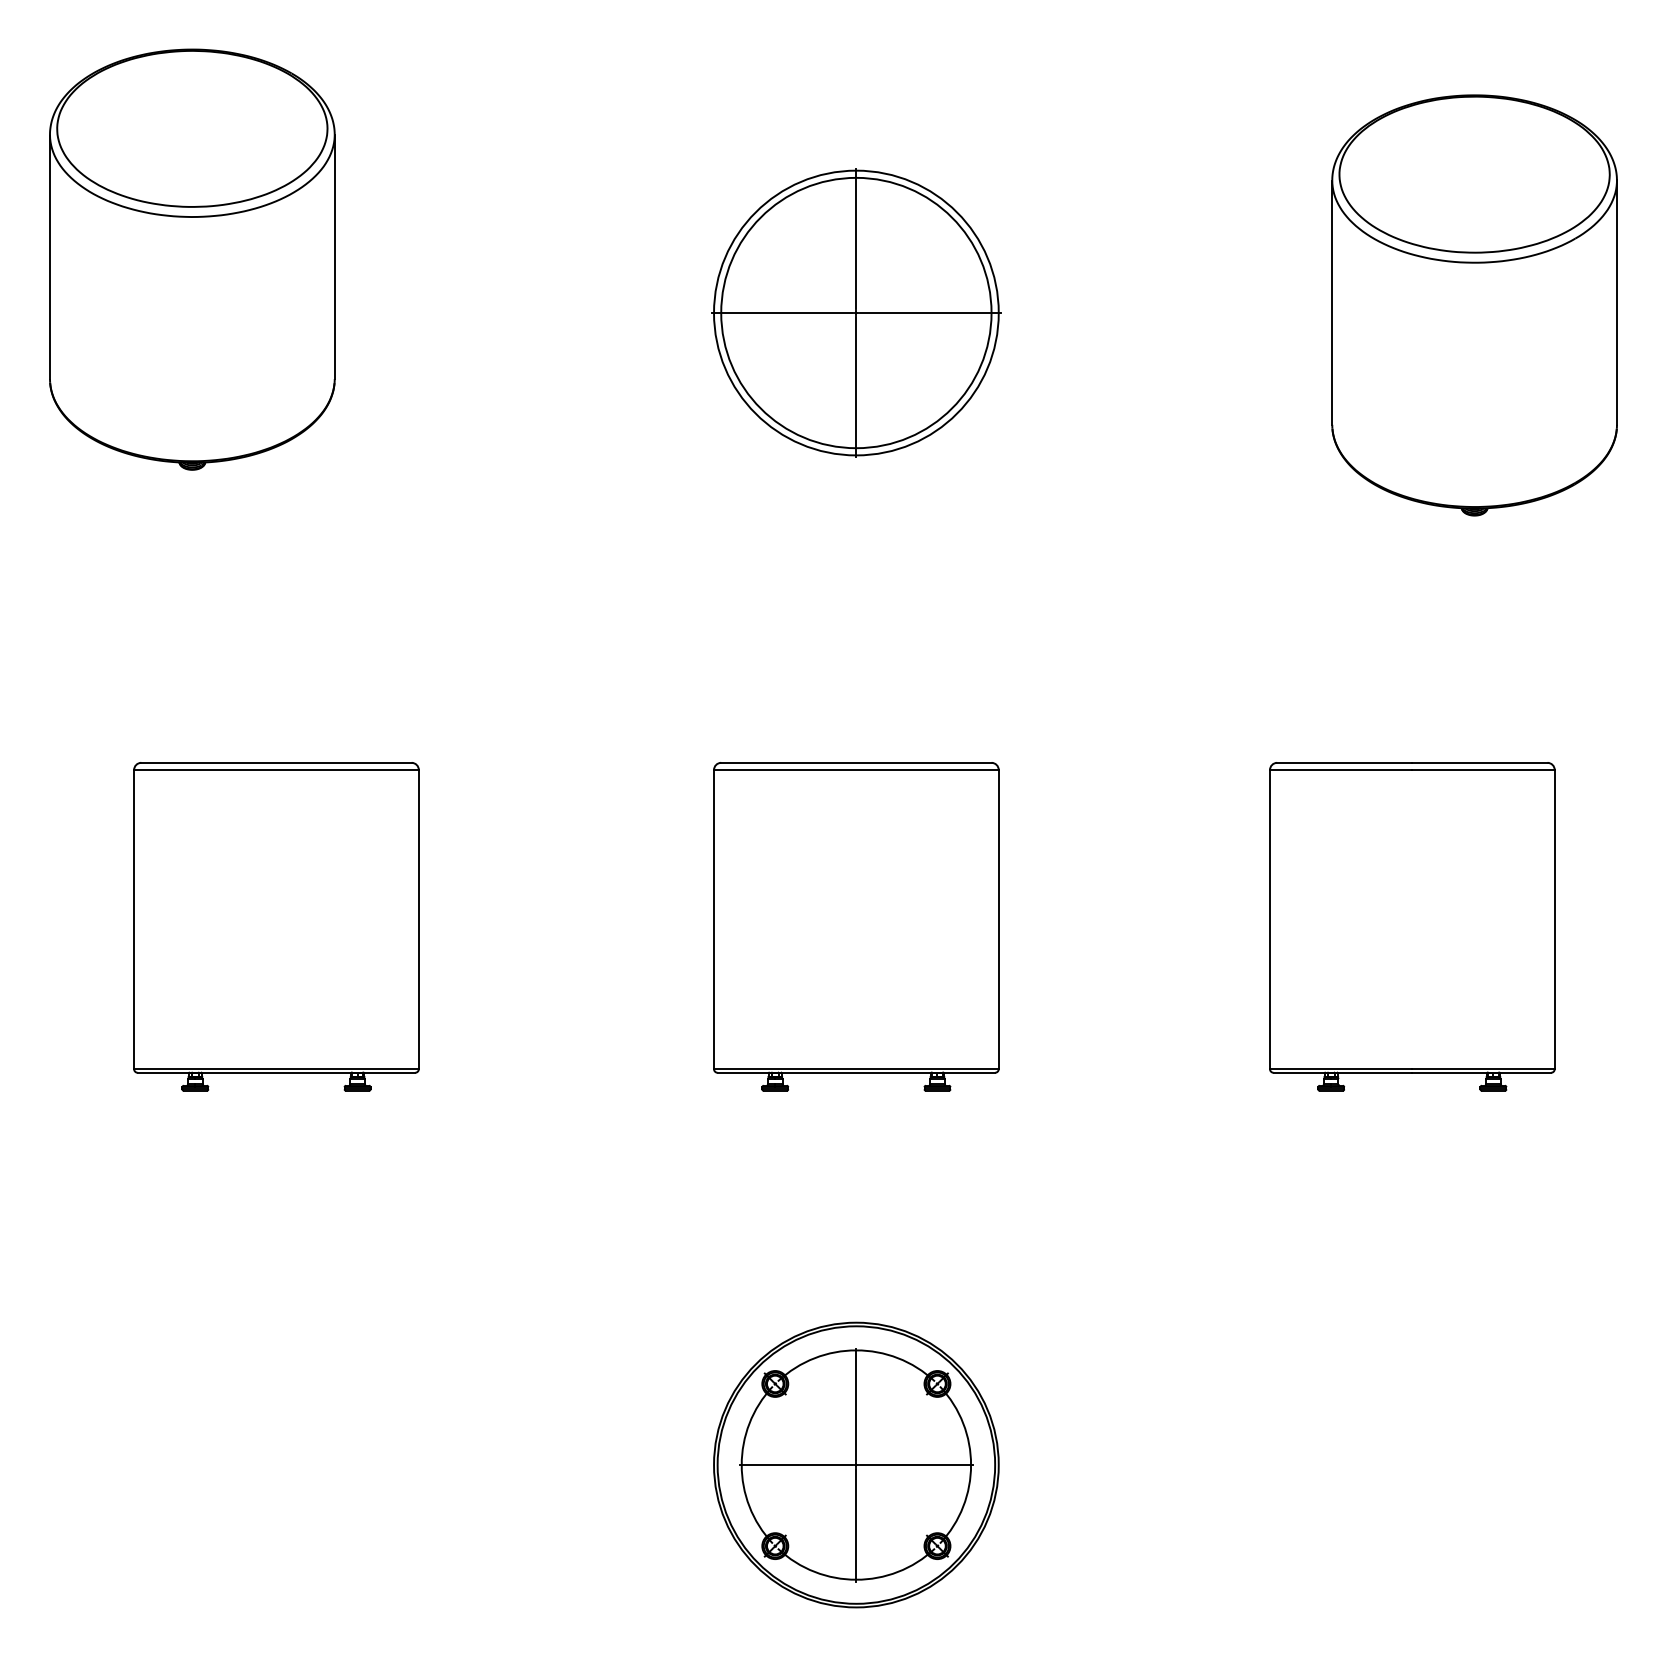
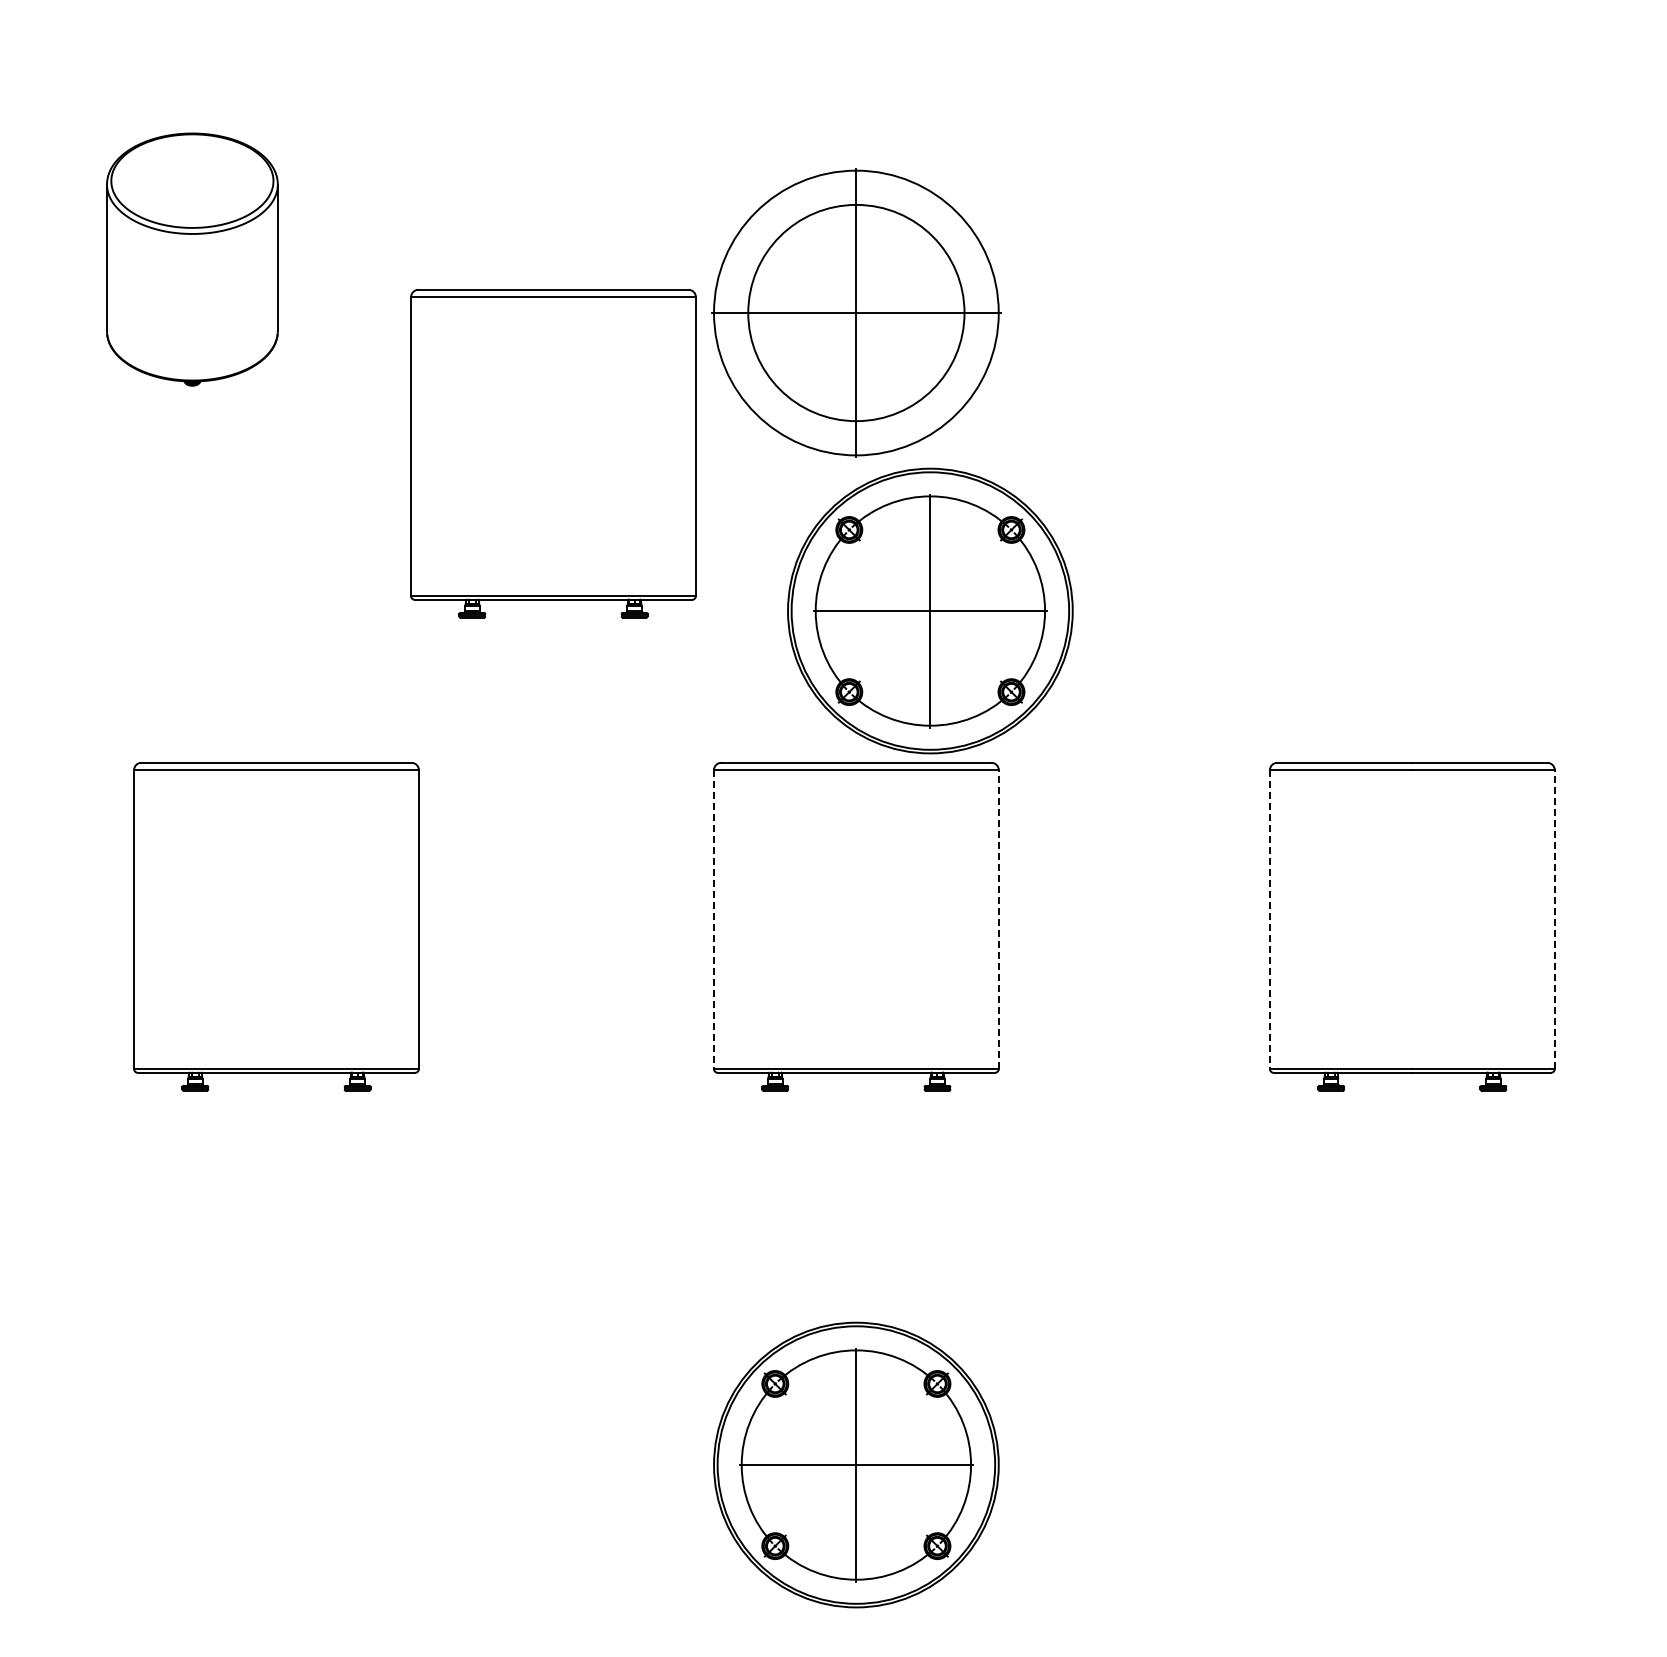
part at (192, 259) size: 287x423 px -> 173x255 px
part at (1474, 305): present -> none
circle at (856, 312) diameter: 270 px -> 216 px
part at (553, 453): none -> present
part at (930, 610): none -> present
line at (714, 919): solid -> dashed
line at (998, 919): solid -> dashed
line at (1270, 919): solid -> dashed
line at (1554, 919): solid -> dashed
